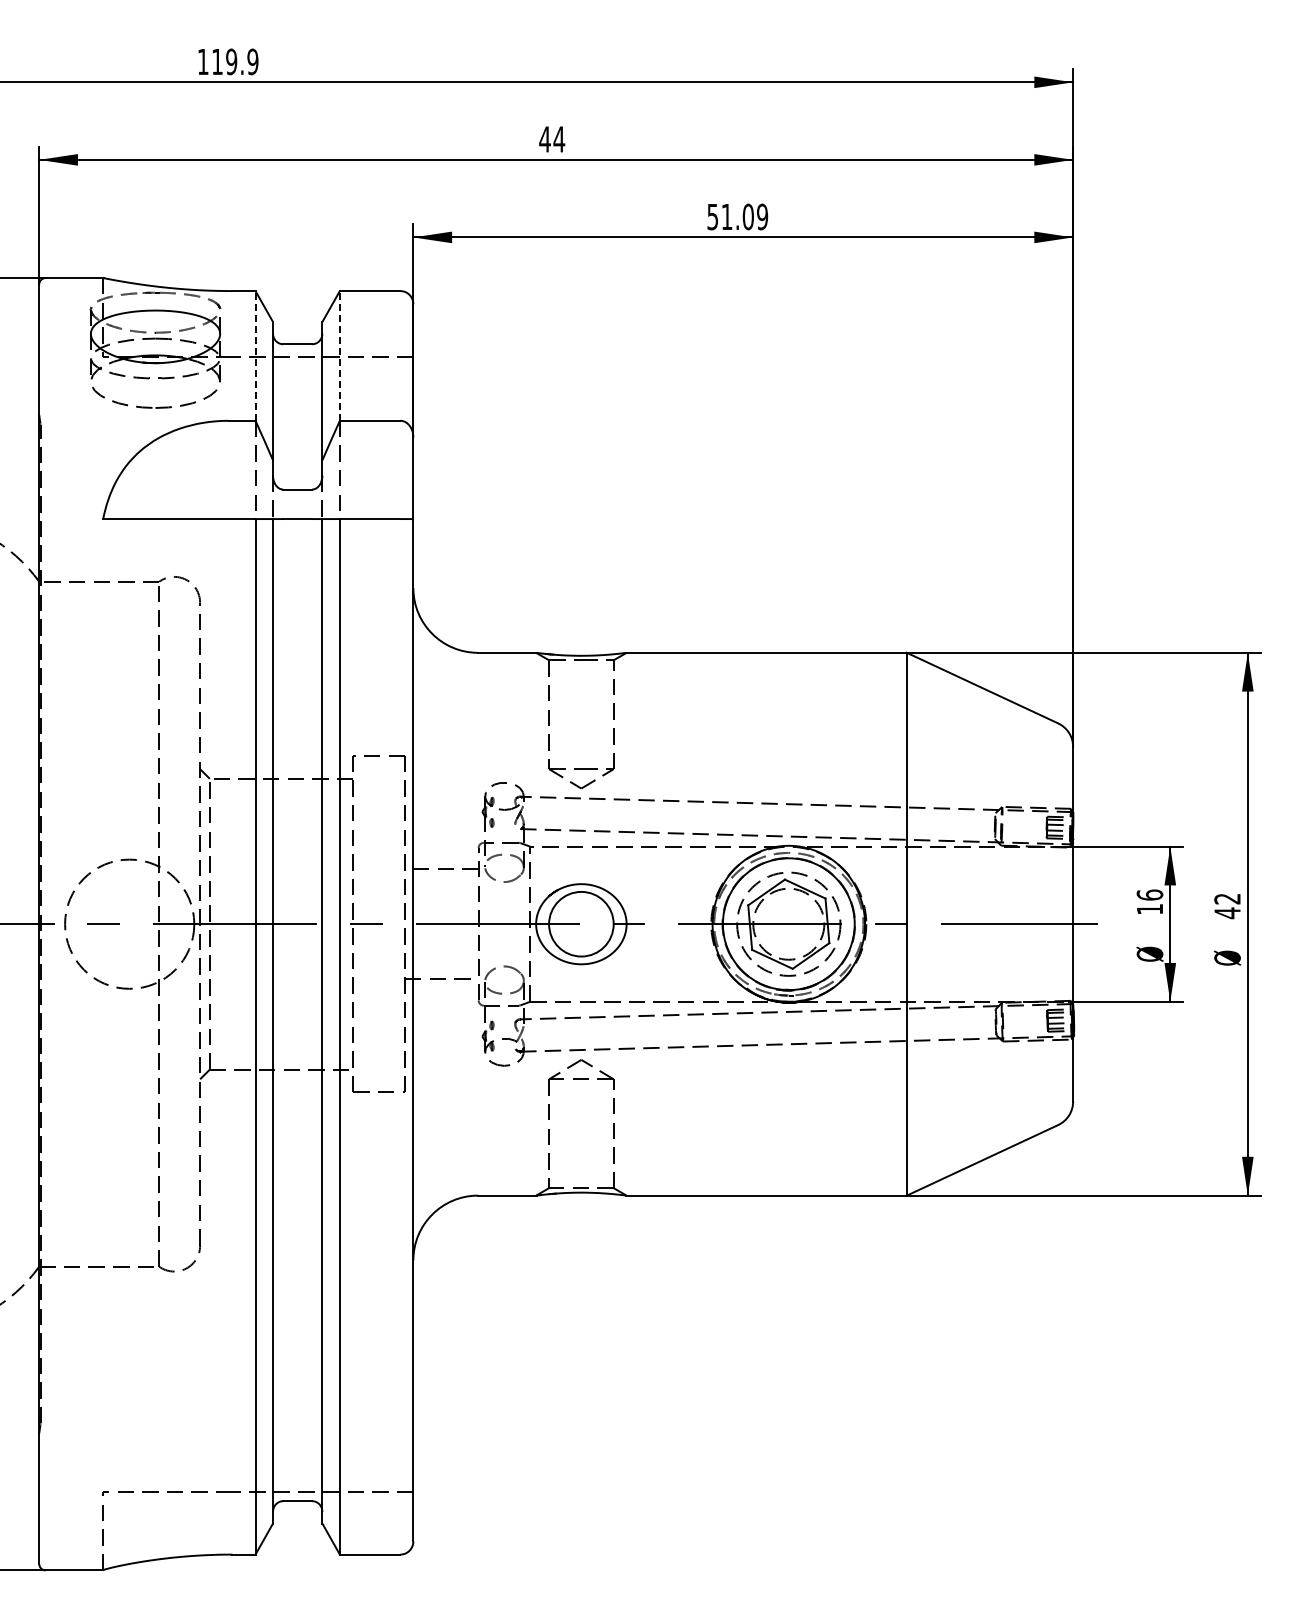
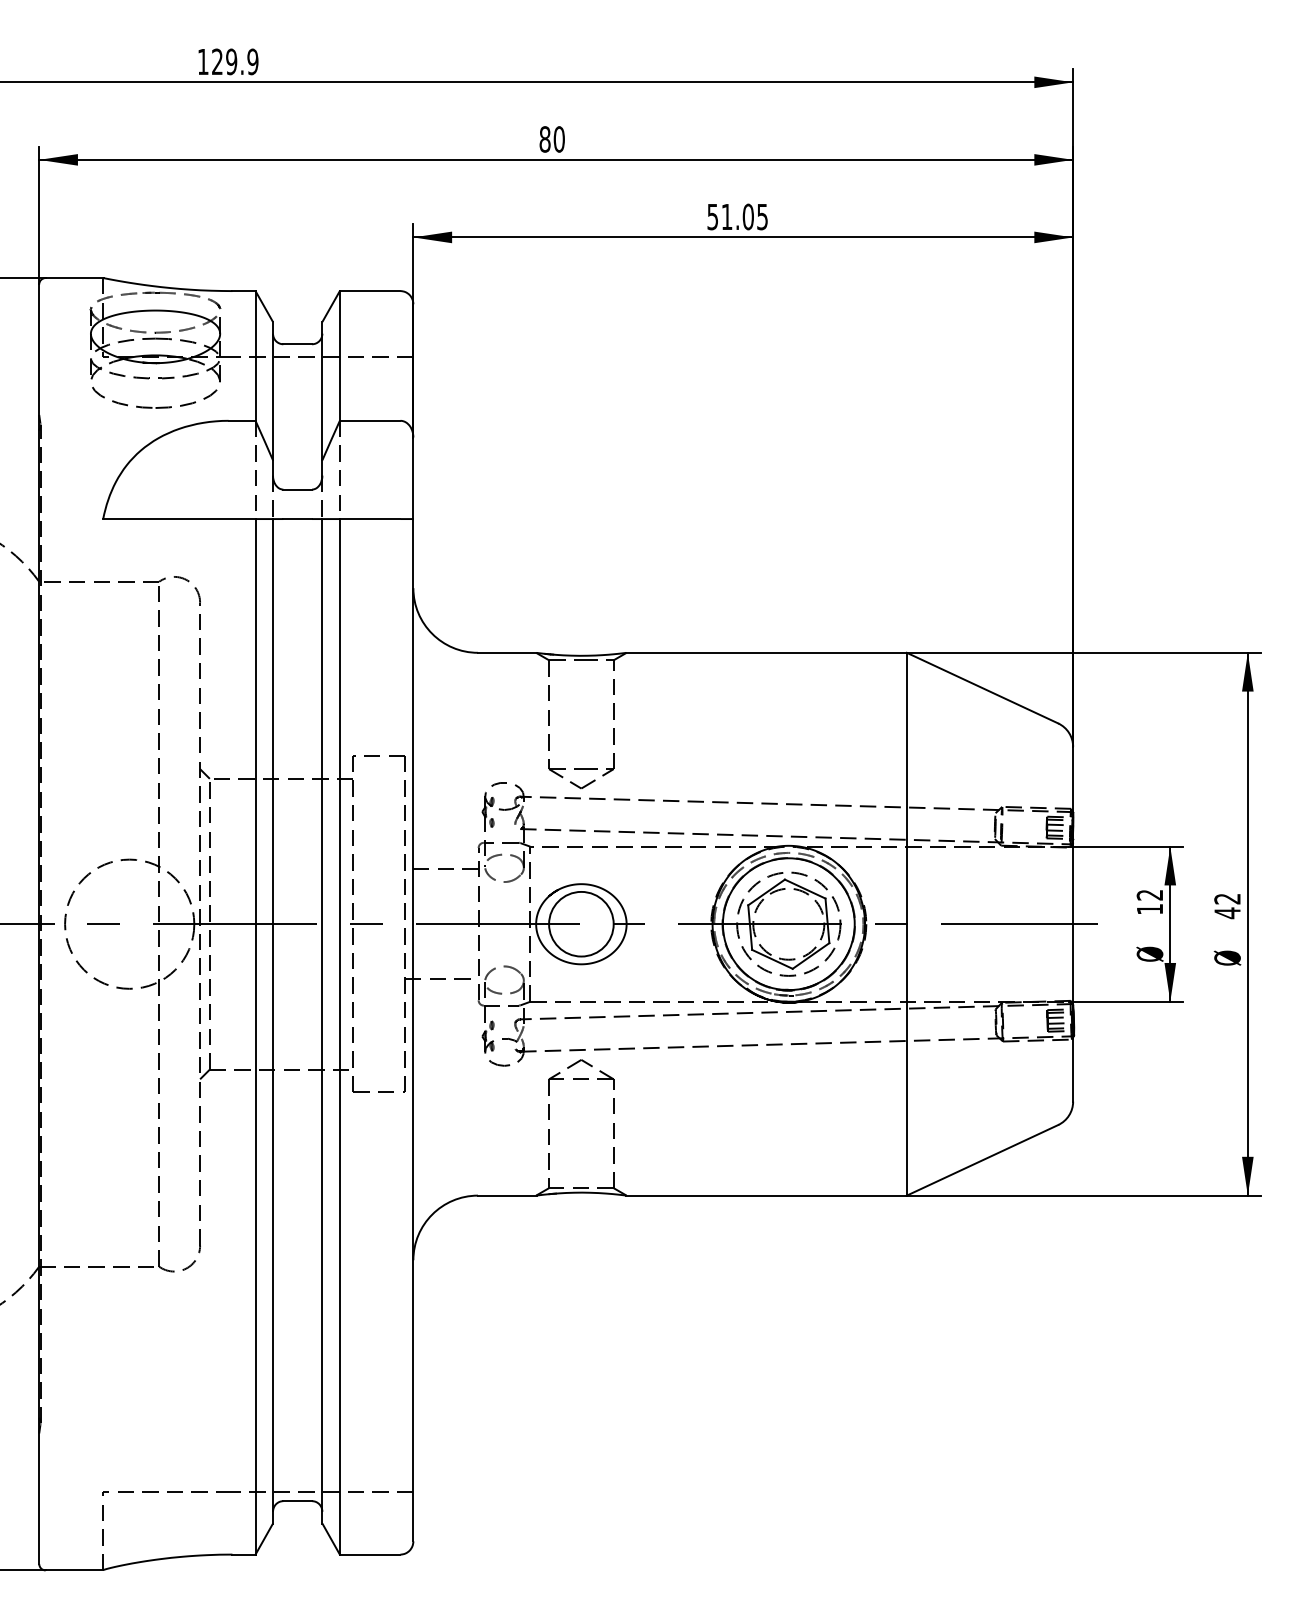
text at (217, 61): 119.9 -> 129.9
text at (552, 139): 44 -> 80
text at (762, 216): 51.09 -> 51.05
line at (255, 355): dashed -> solid
line at (339, 355): dashed -> solid
text at (1149, 894): 16 -> 12
